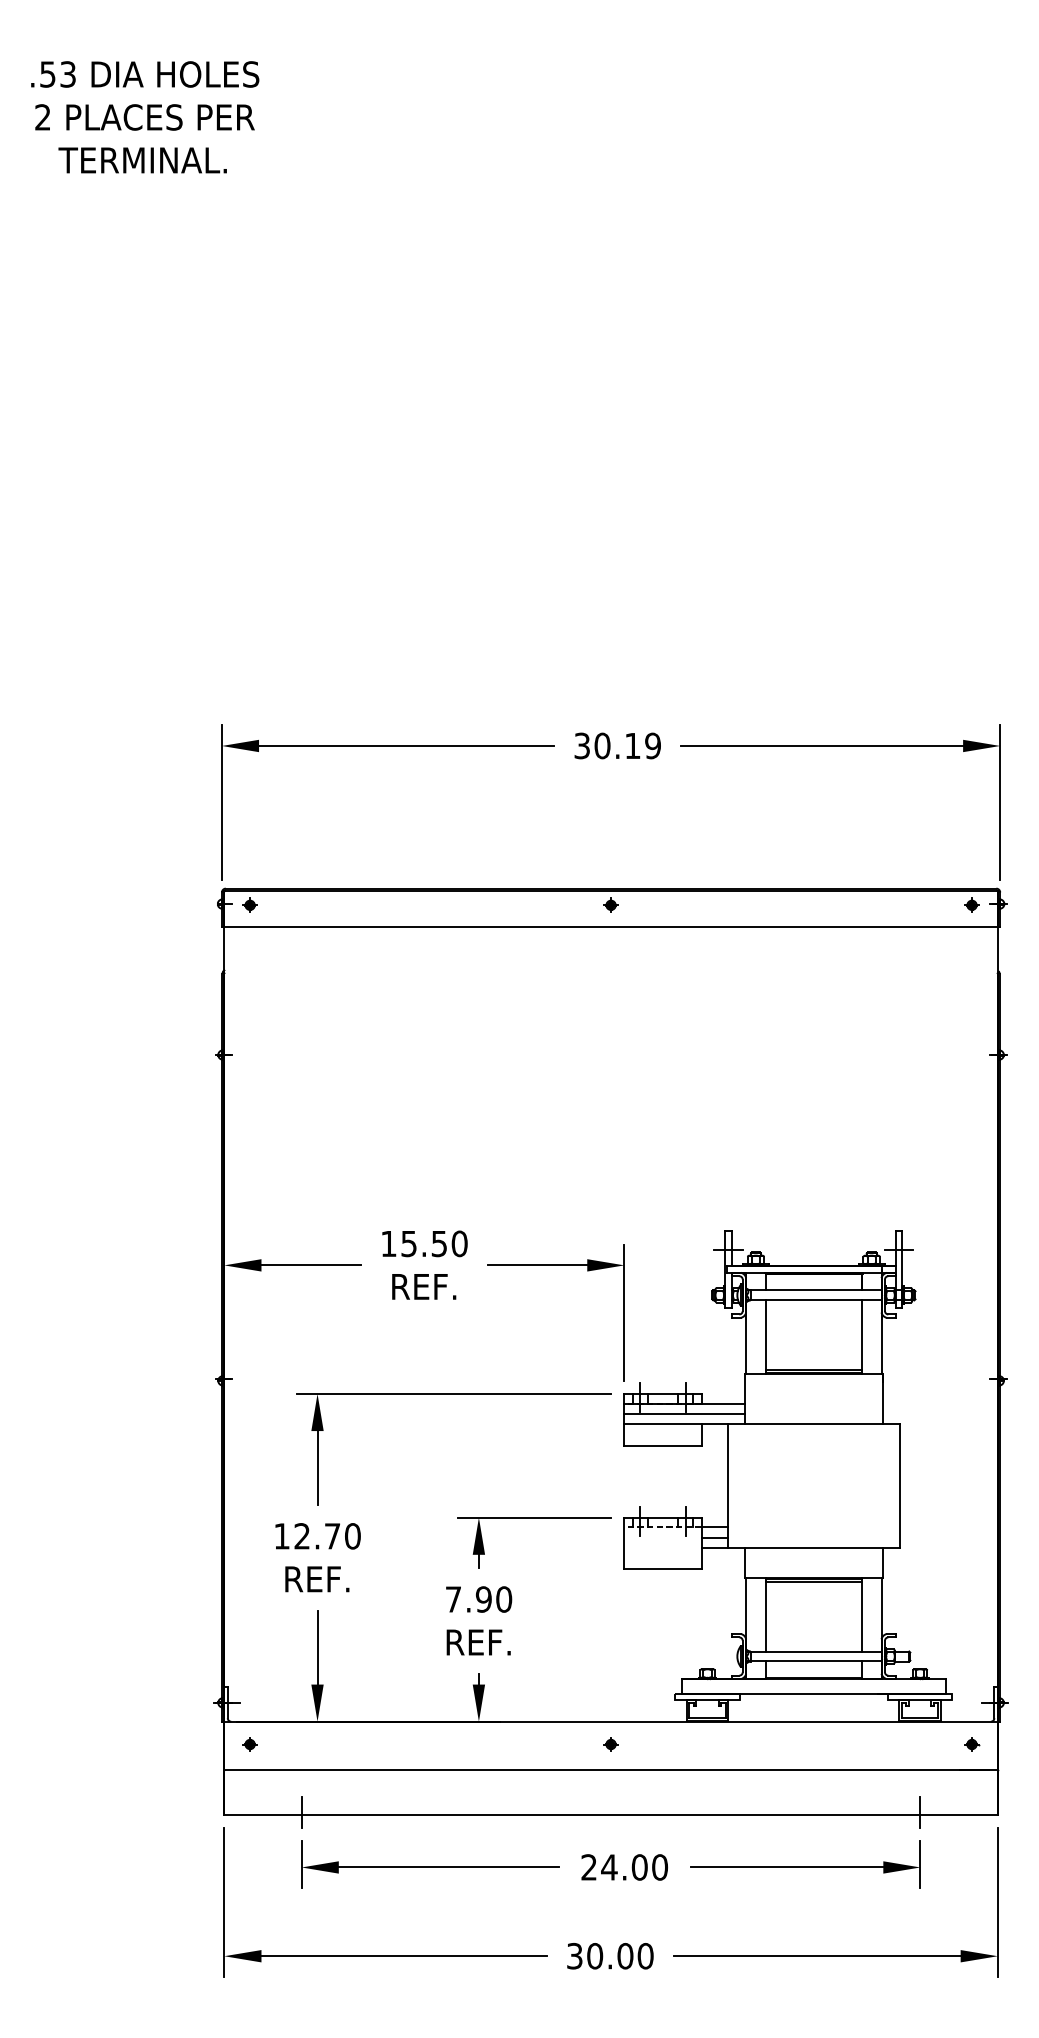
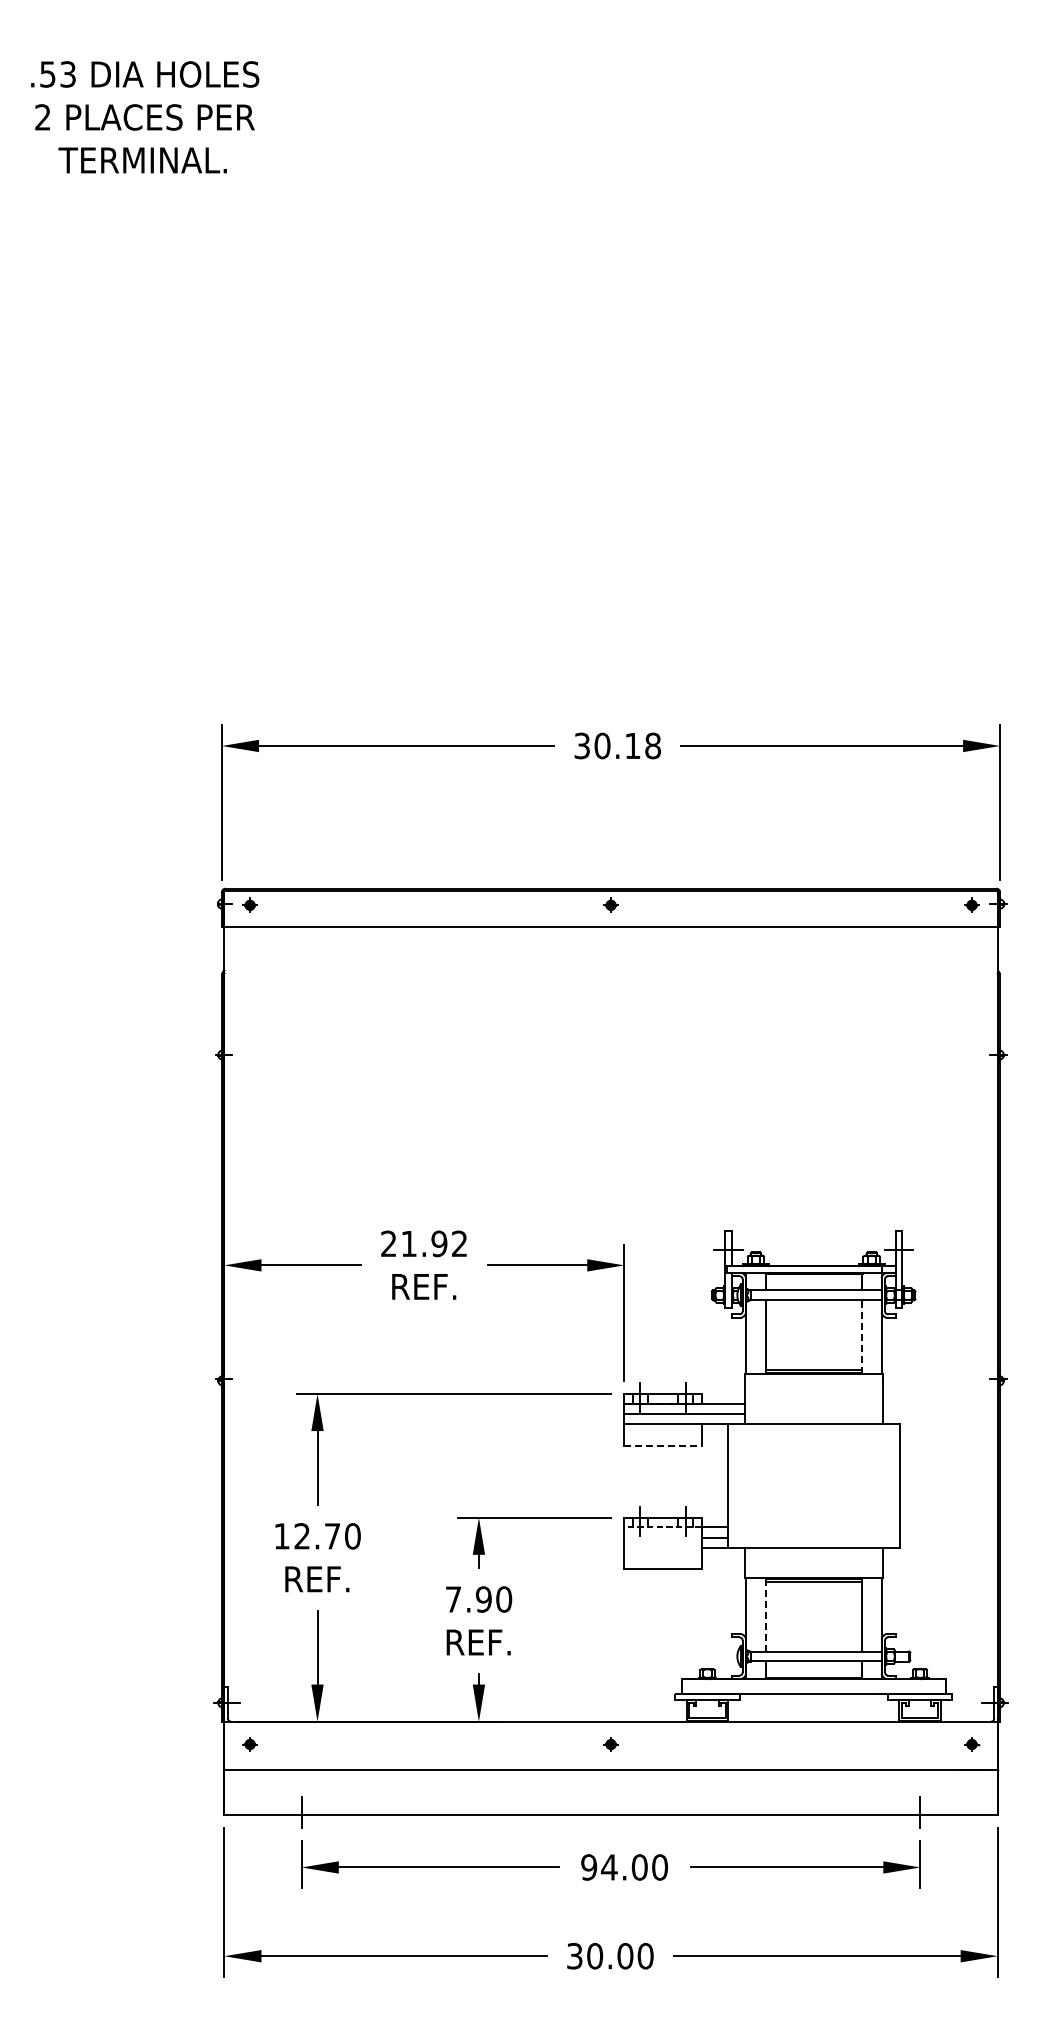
text at (653, 745): 30.19 -> 30.18
text at (424, 1243): 15.50 -> 21.92
line at (862, 1336): solid -> dashed
line at (663, 1445): solid -> dashed
line at (765, 1614): solid -> dashed
text at (589, 1867): 24.00 -> 94.00
